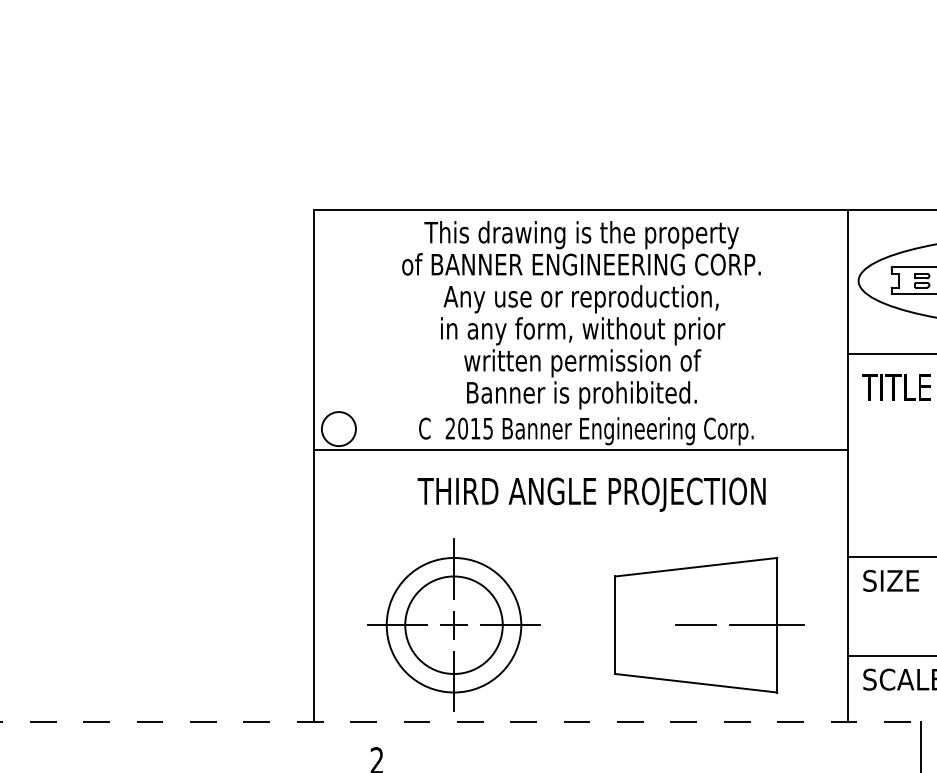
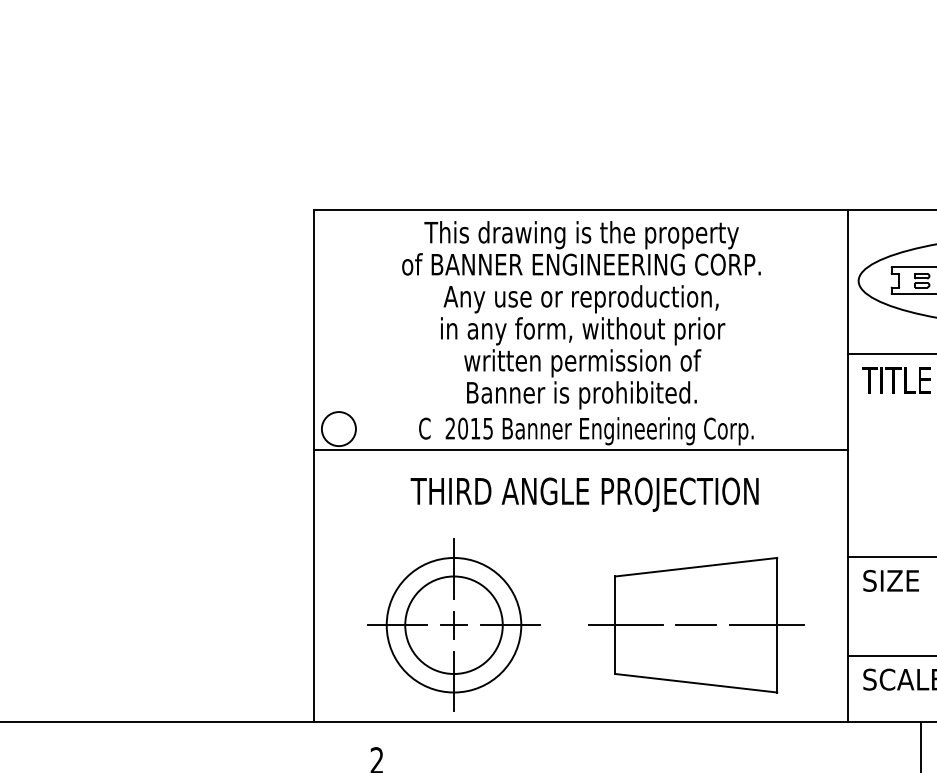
text at (896, 387) position: (896, 387) -> (896, 380)
text at (591, 494) position: (591, 494) -> (584, 494)
line at (625, 625): none -> present
line at (469, 722): dashed -> solid
